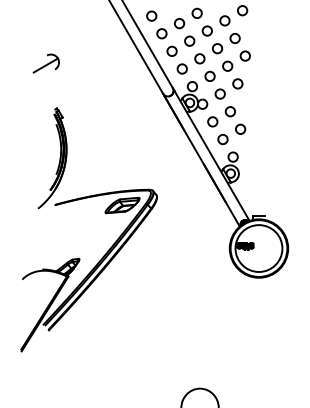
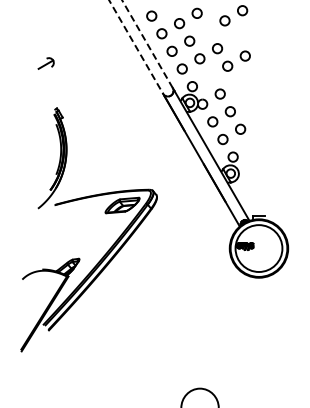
circle at (206, 30): present -> none
circle at (234, 37): present -> none
line at (147, 43): solid -> dashed
line at (136, 46): solid -> dashed
part at (45, 63) size: 28x21 px -> 18x13 px
circle at (209, 75): present -> none
circle at (237, 83): present -> none
